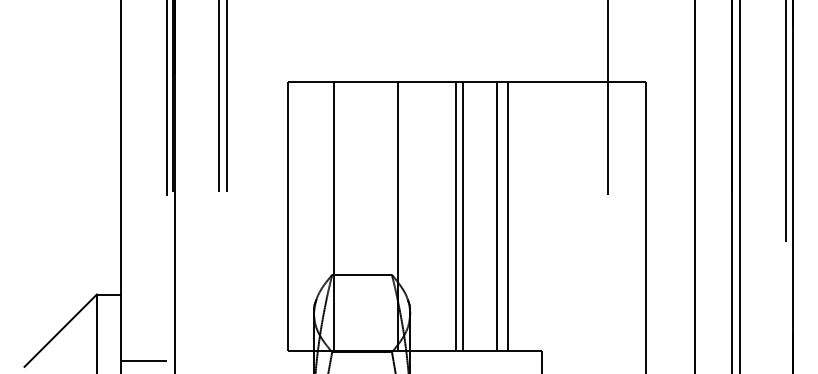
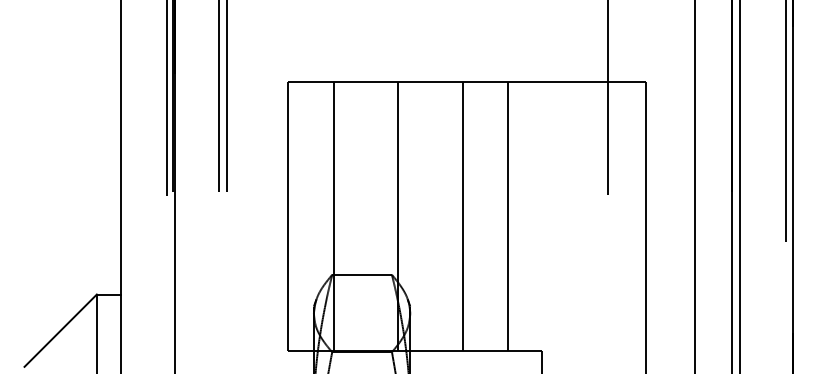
line at (455, 216): present -> none
line at (496, 216): present -> none
line at (143, 361): present -> none
